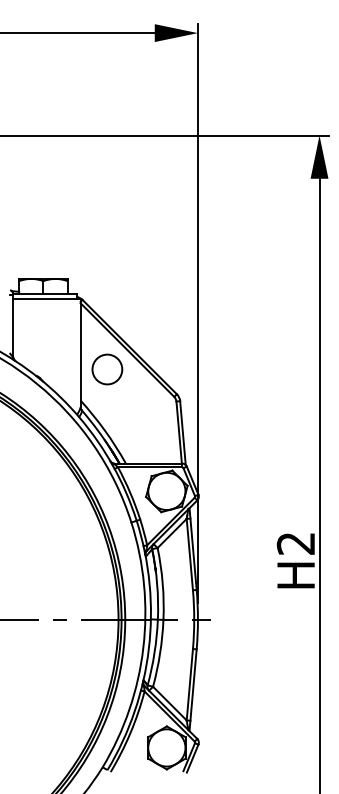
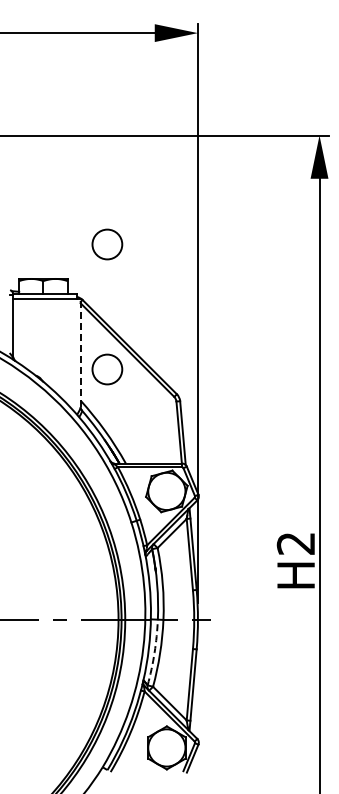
circle at (107, 244): none -> present
line at (80, 353): solid -> dashed
arc at (154, 652): solid -> dashed
